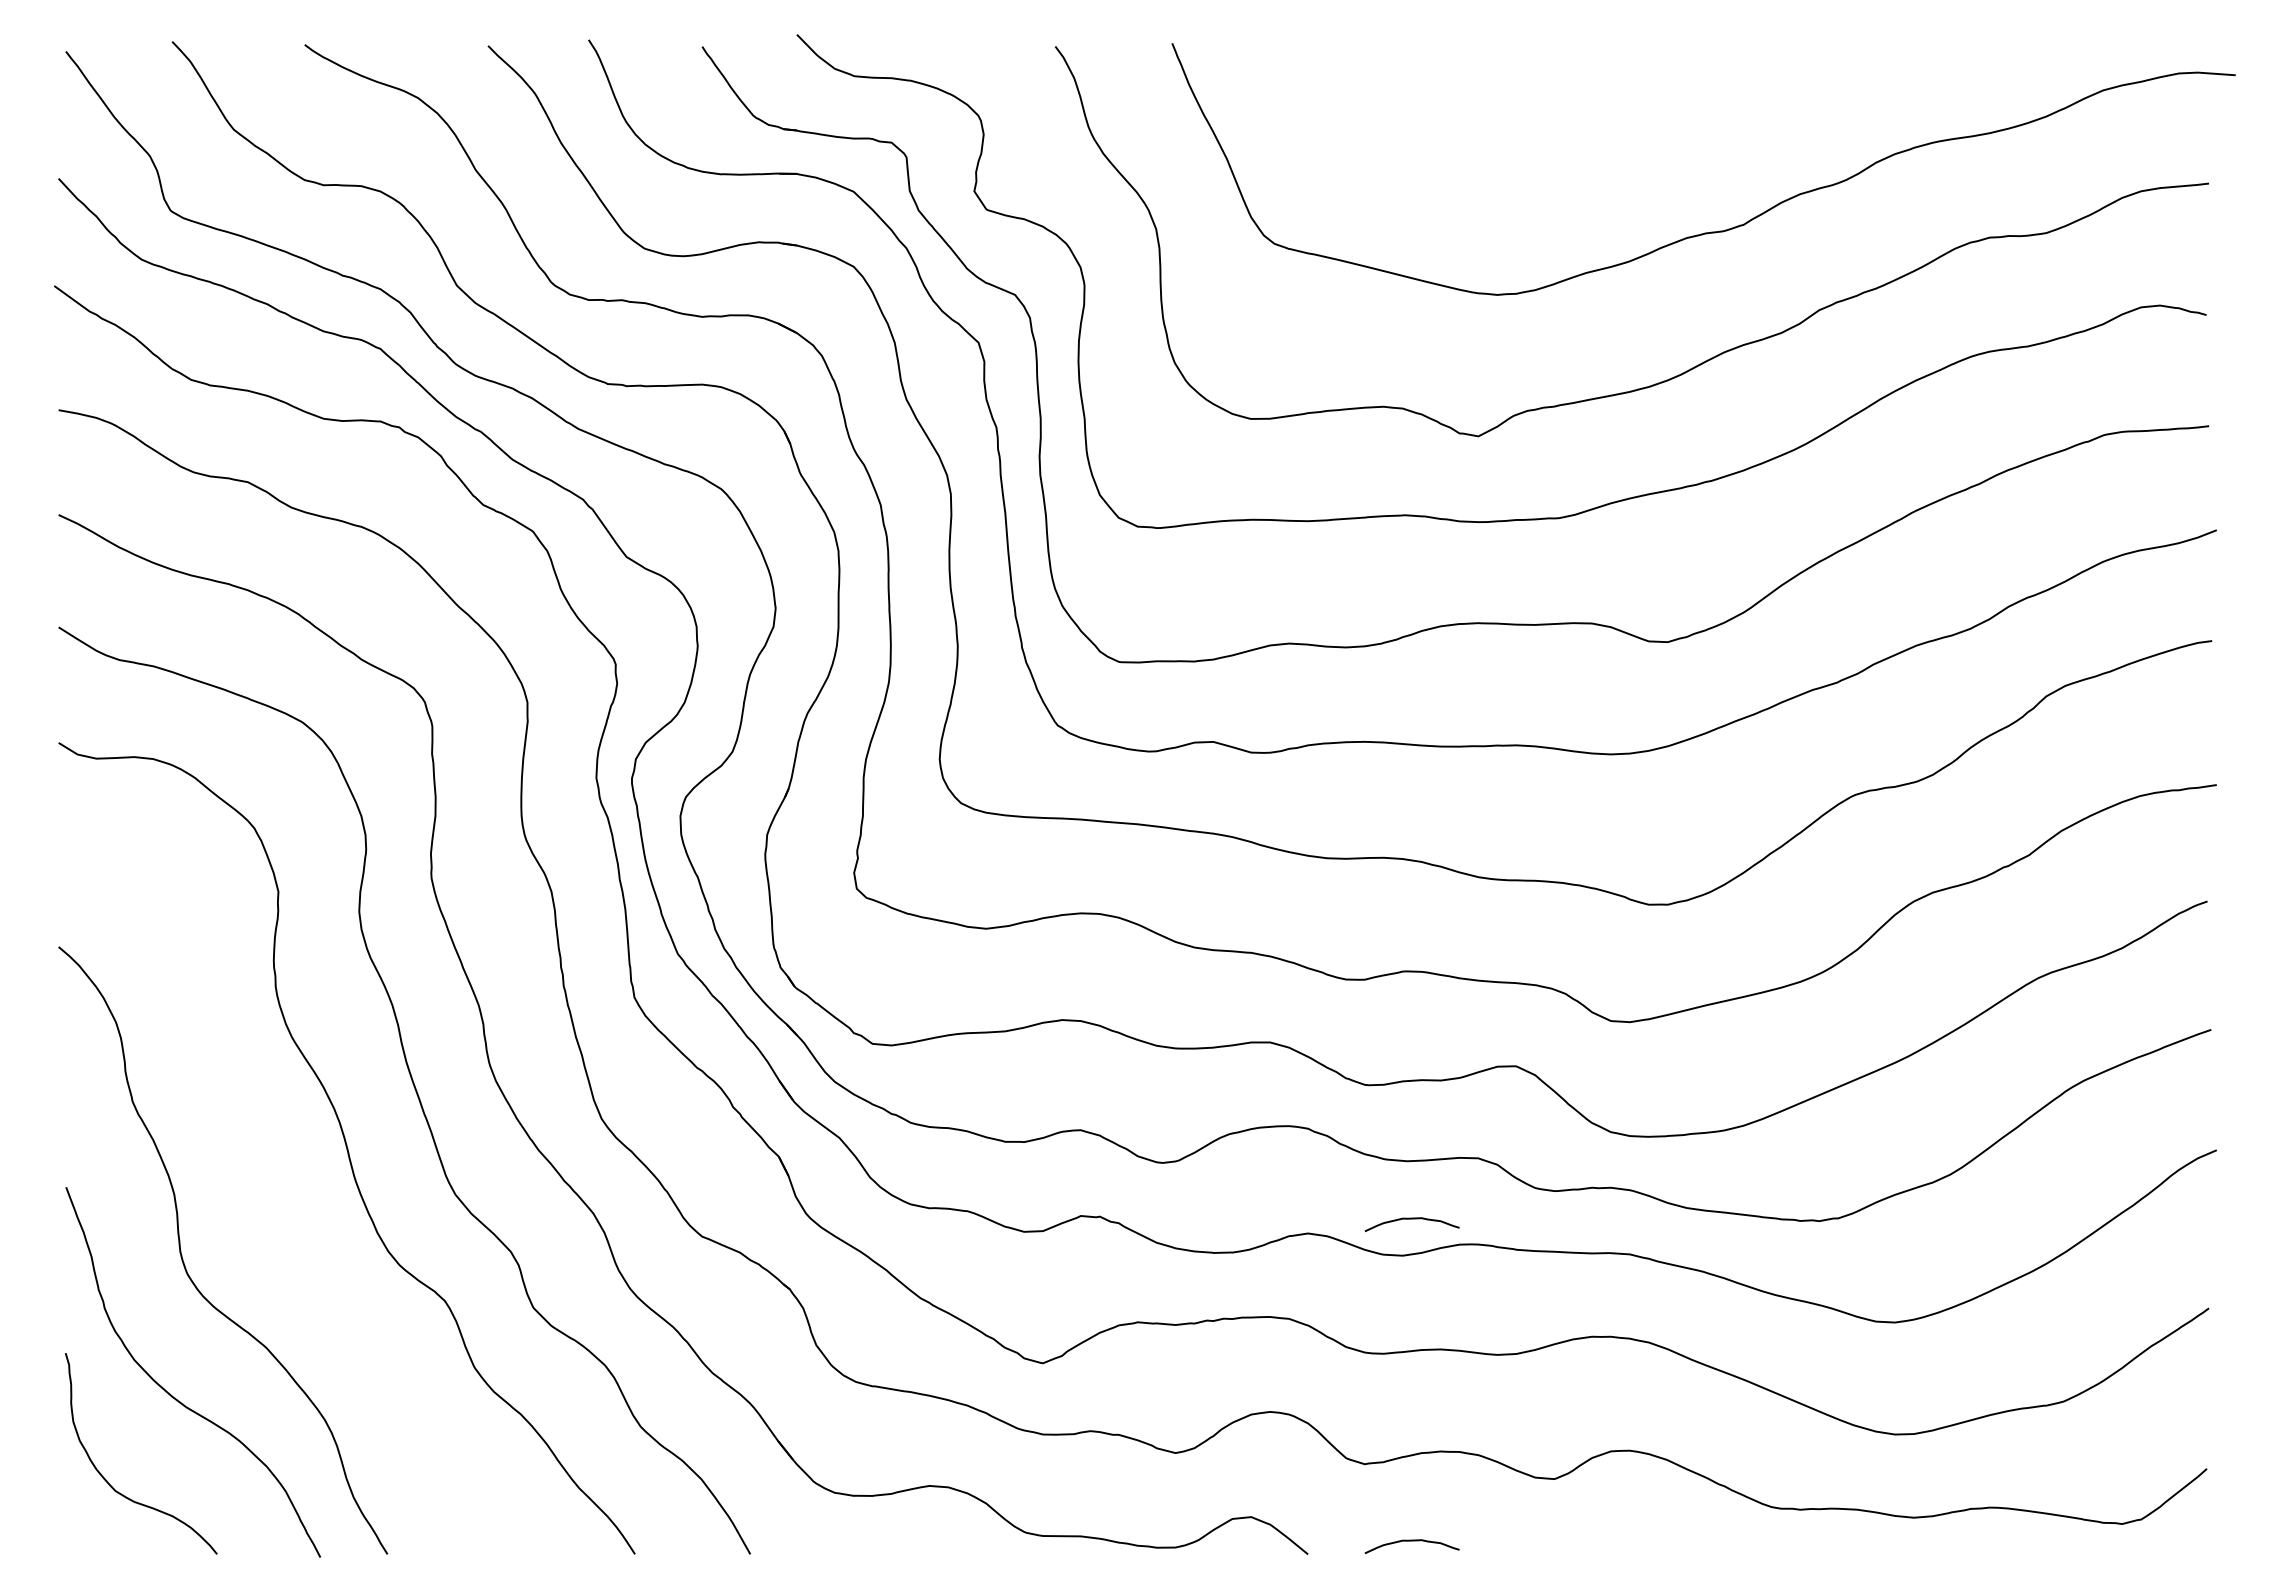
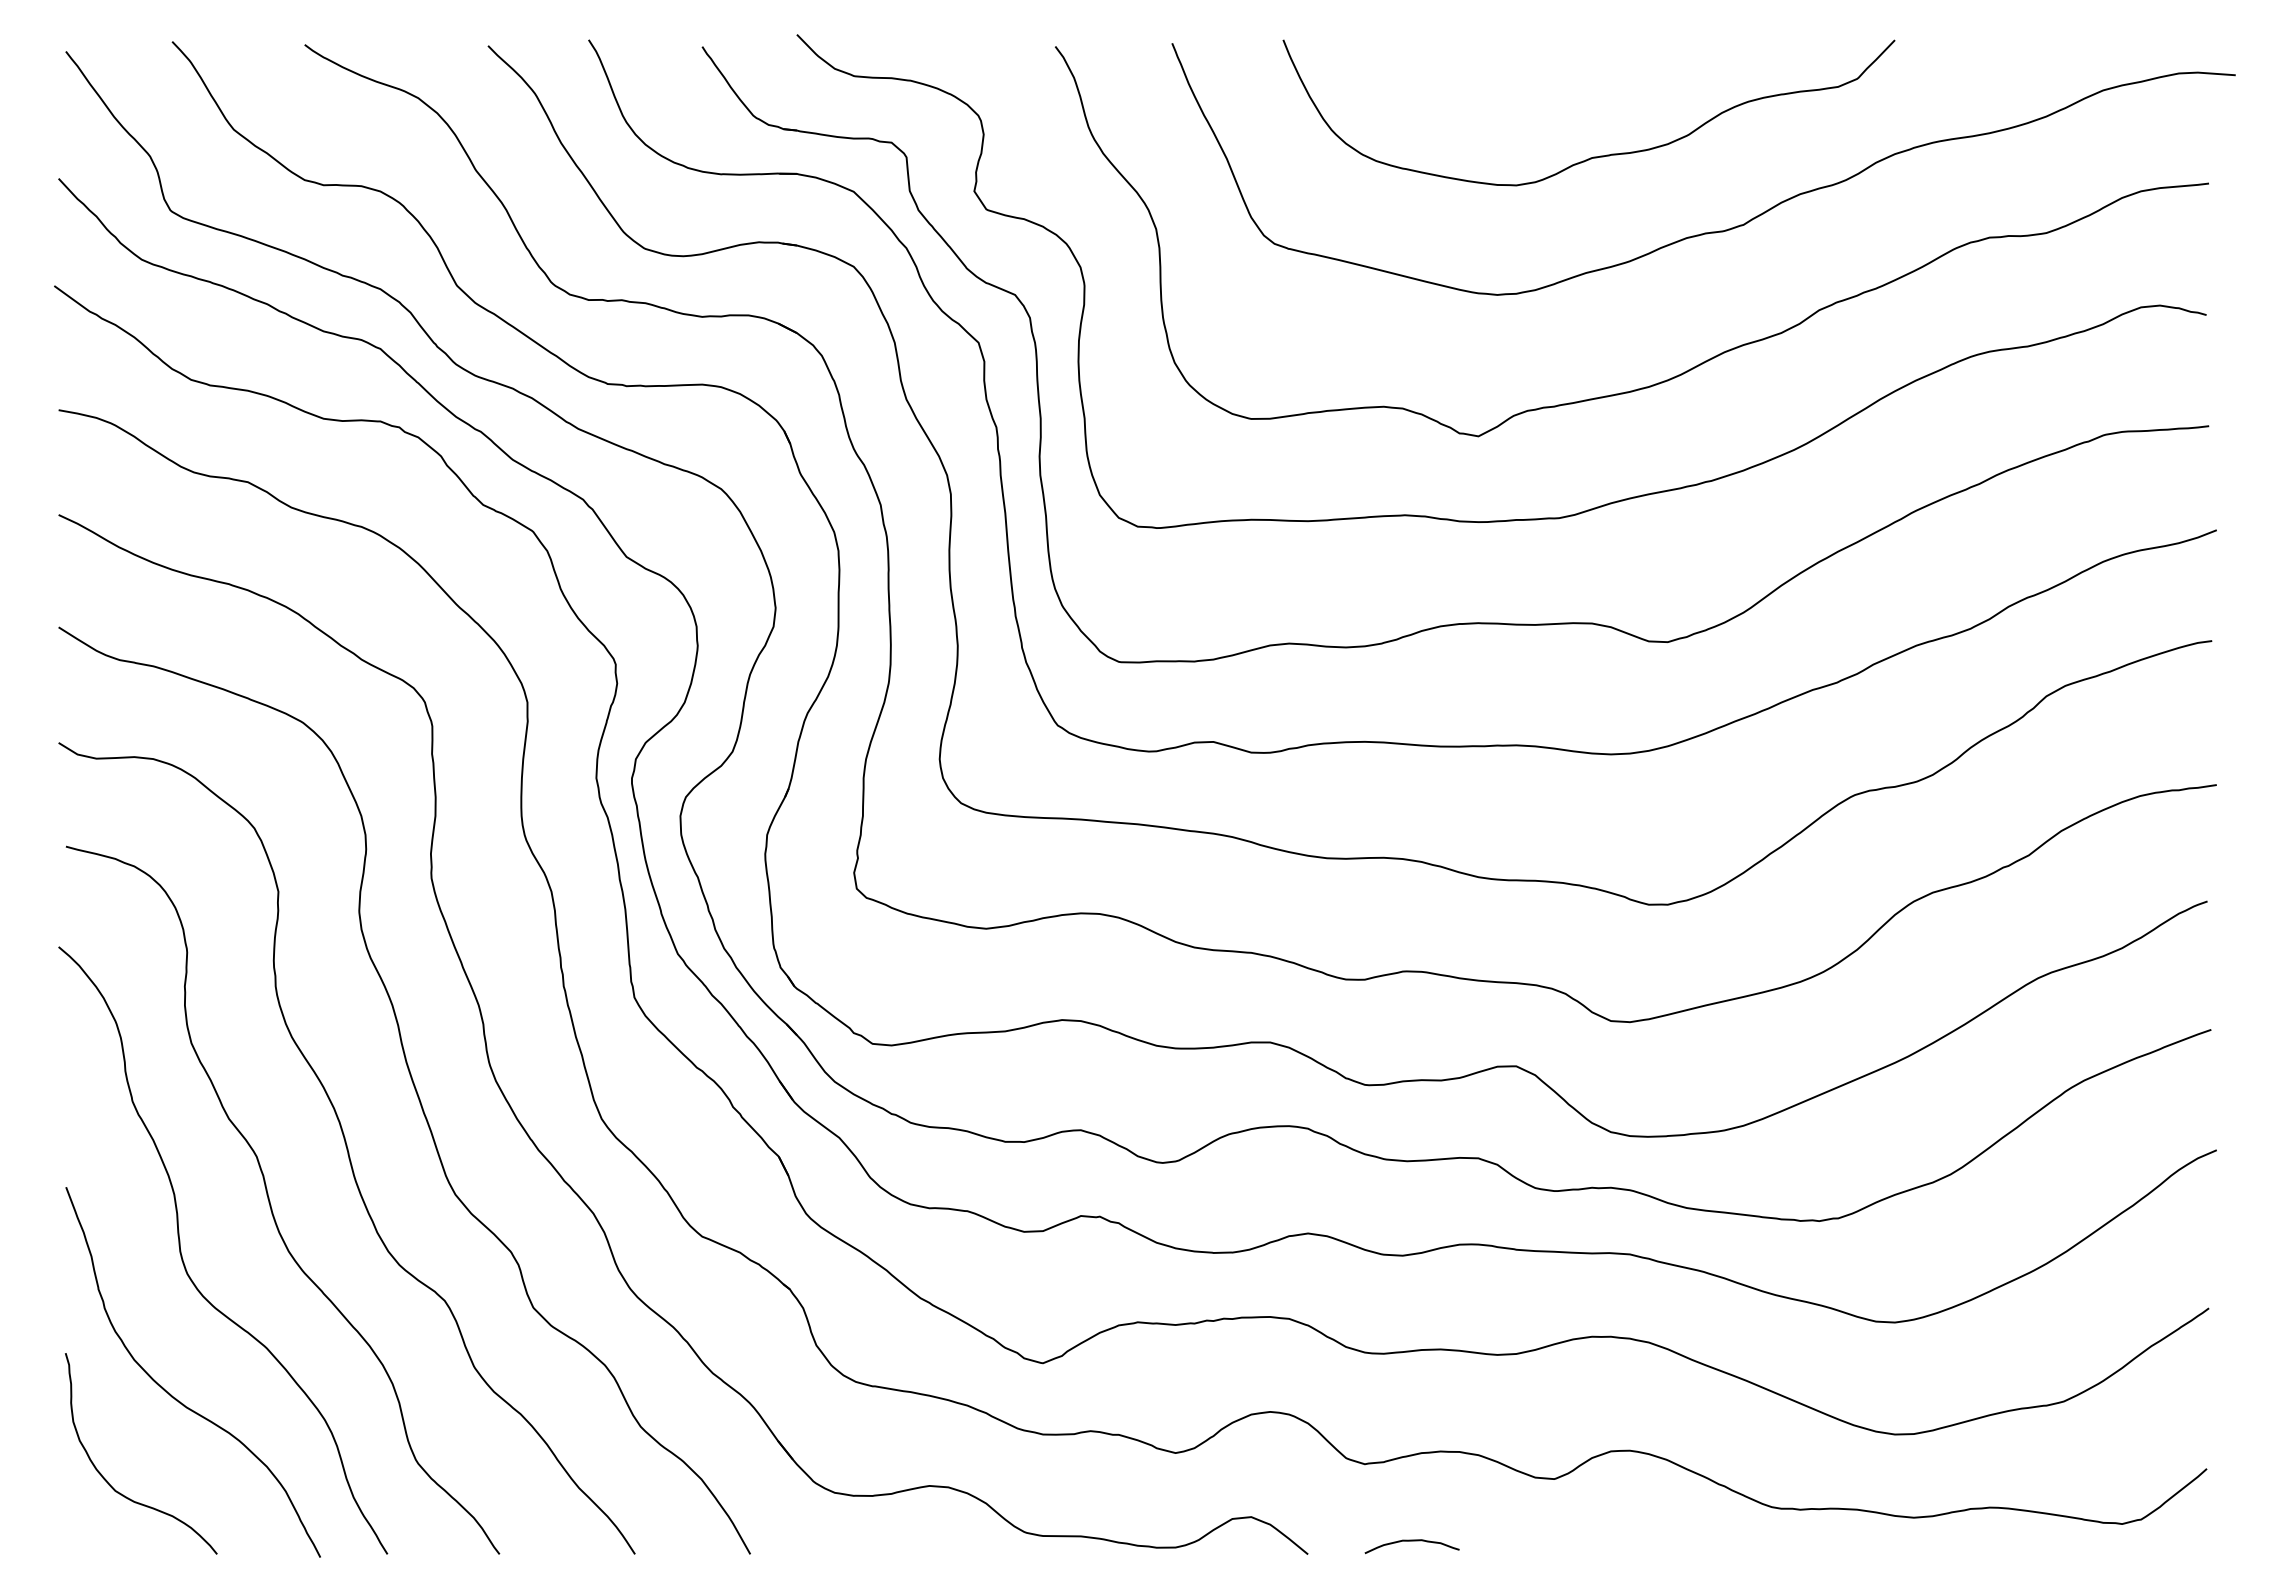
curve at (1593, 156): none -> present
curve at (270, 1201): none -> present
curve at (1411, 1219): present -> none
